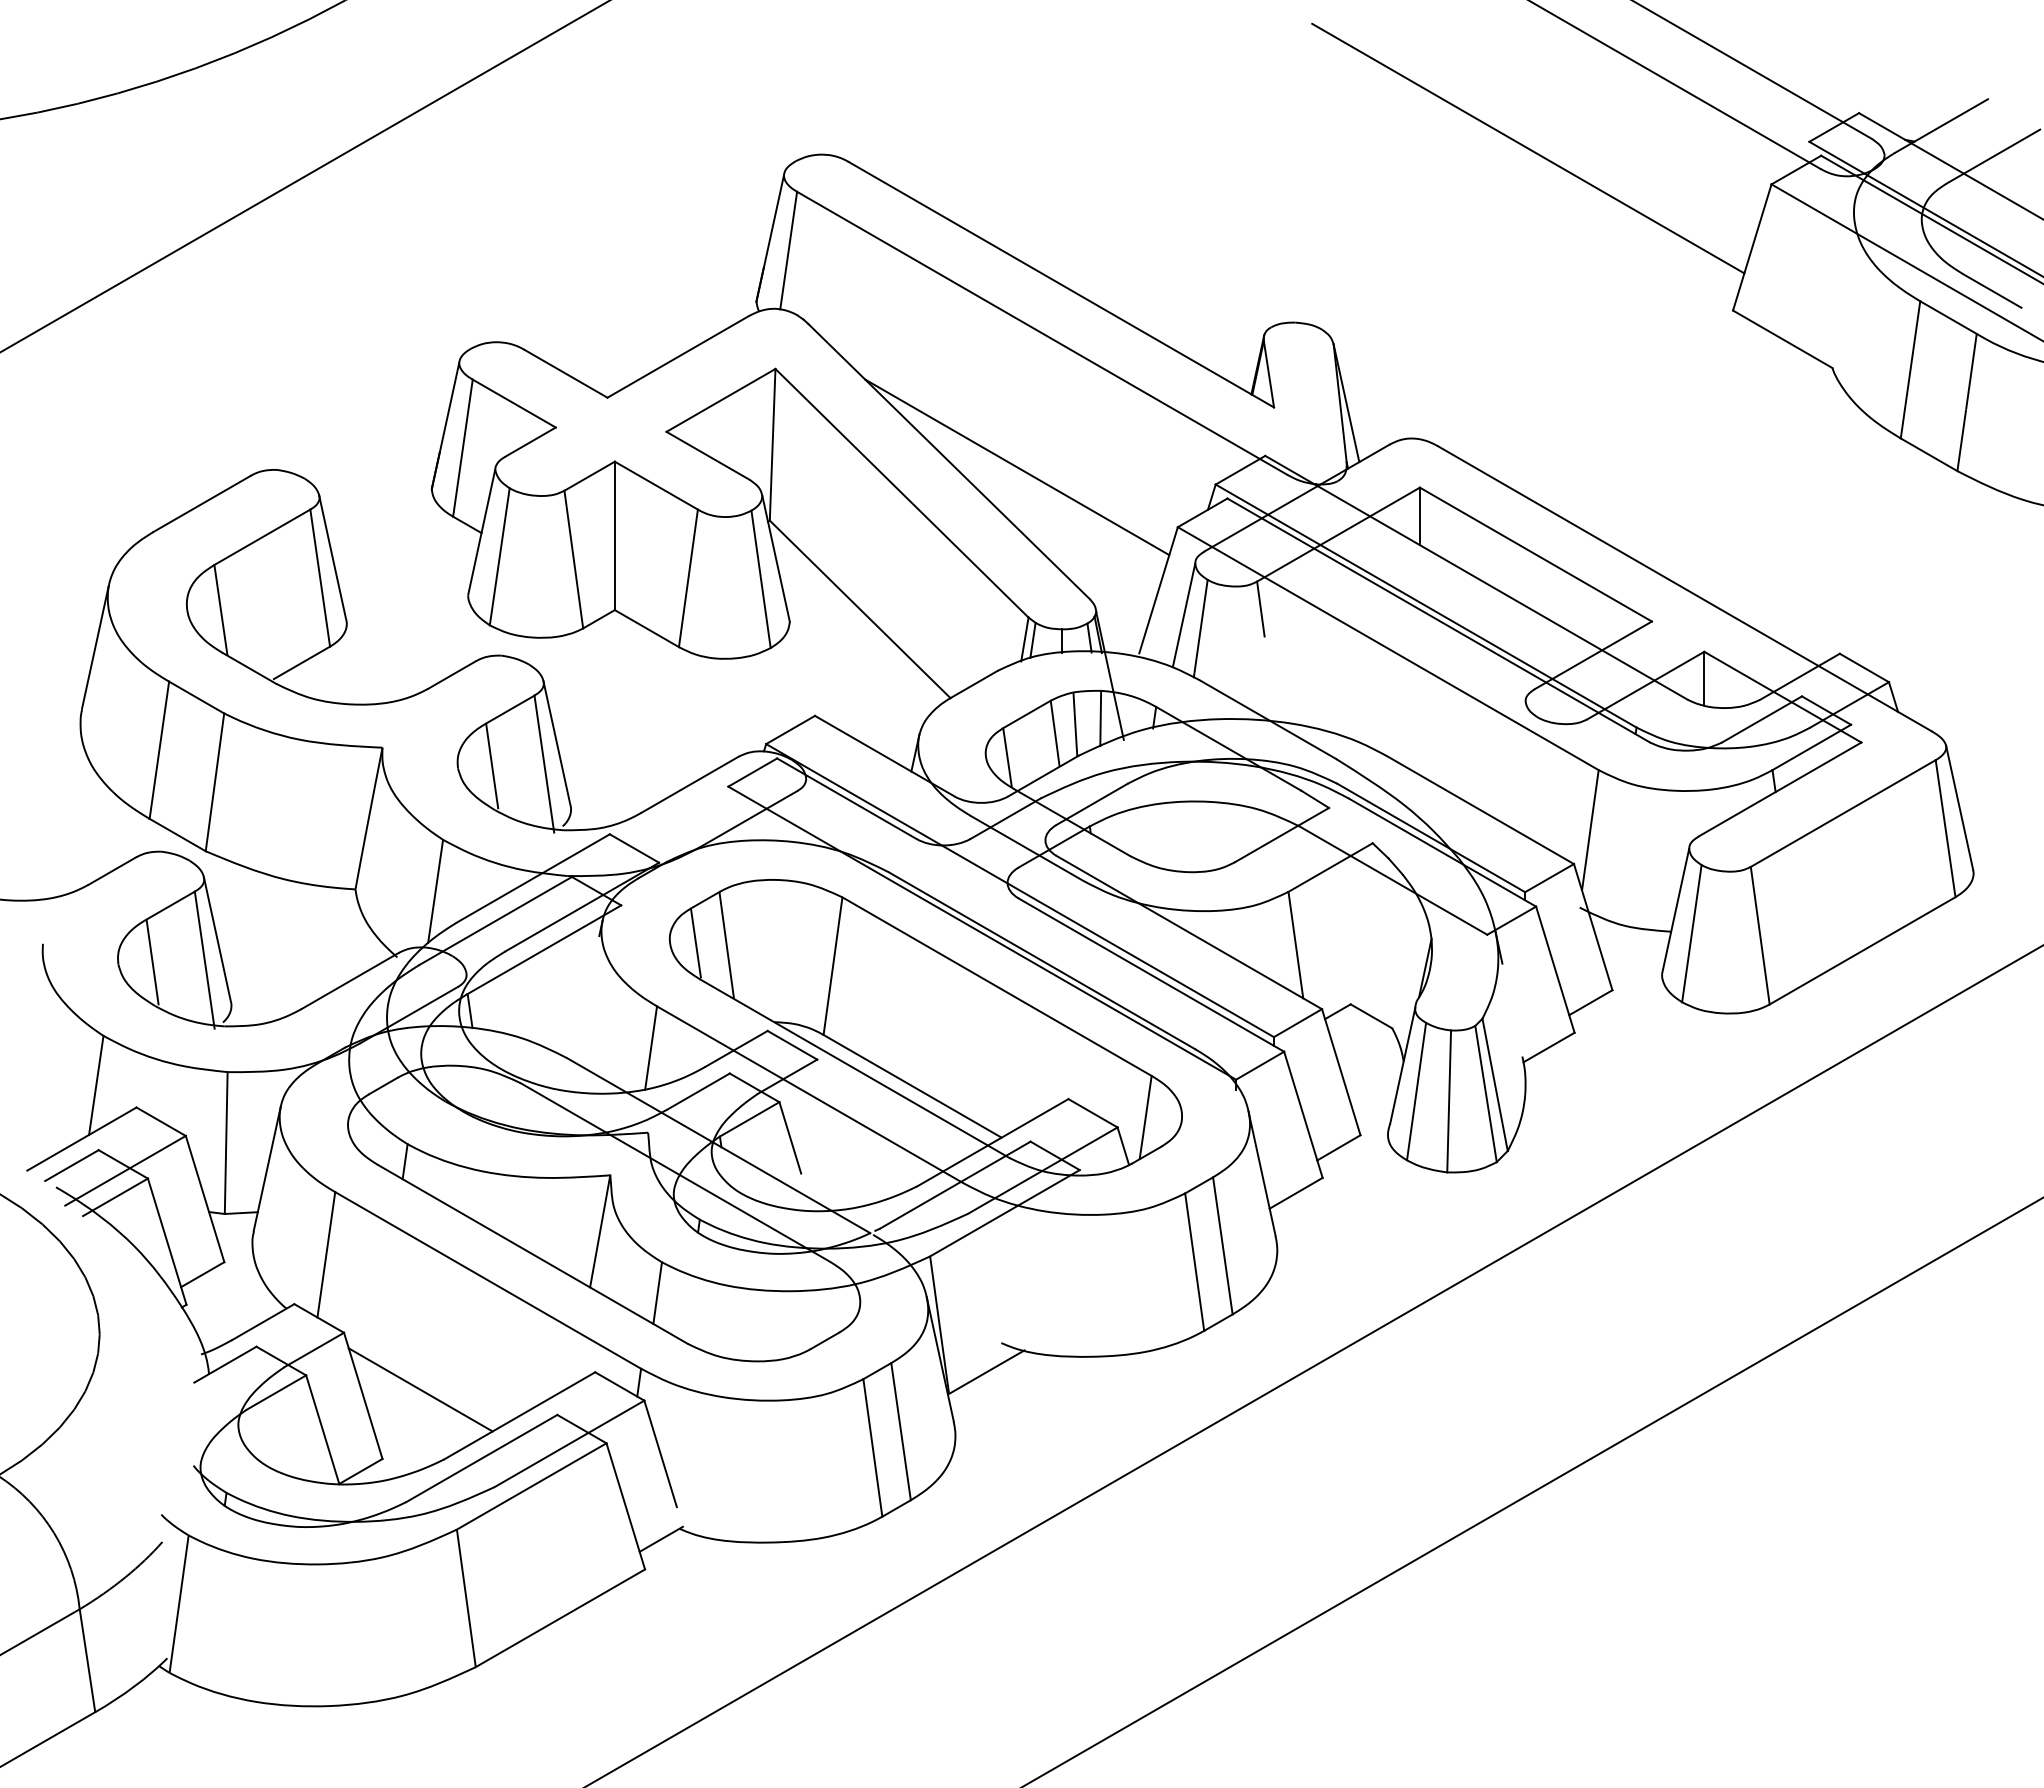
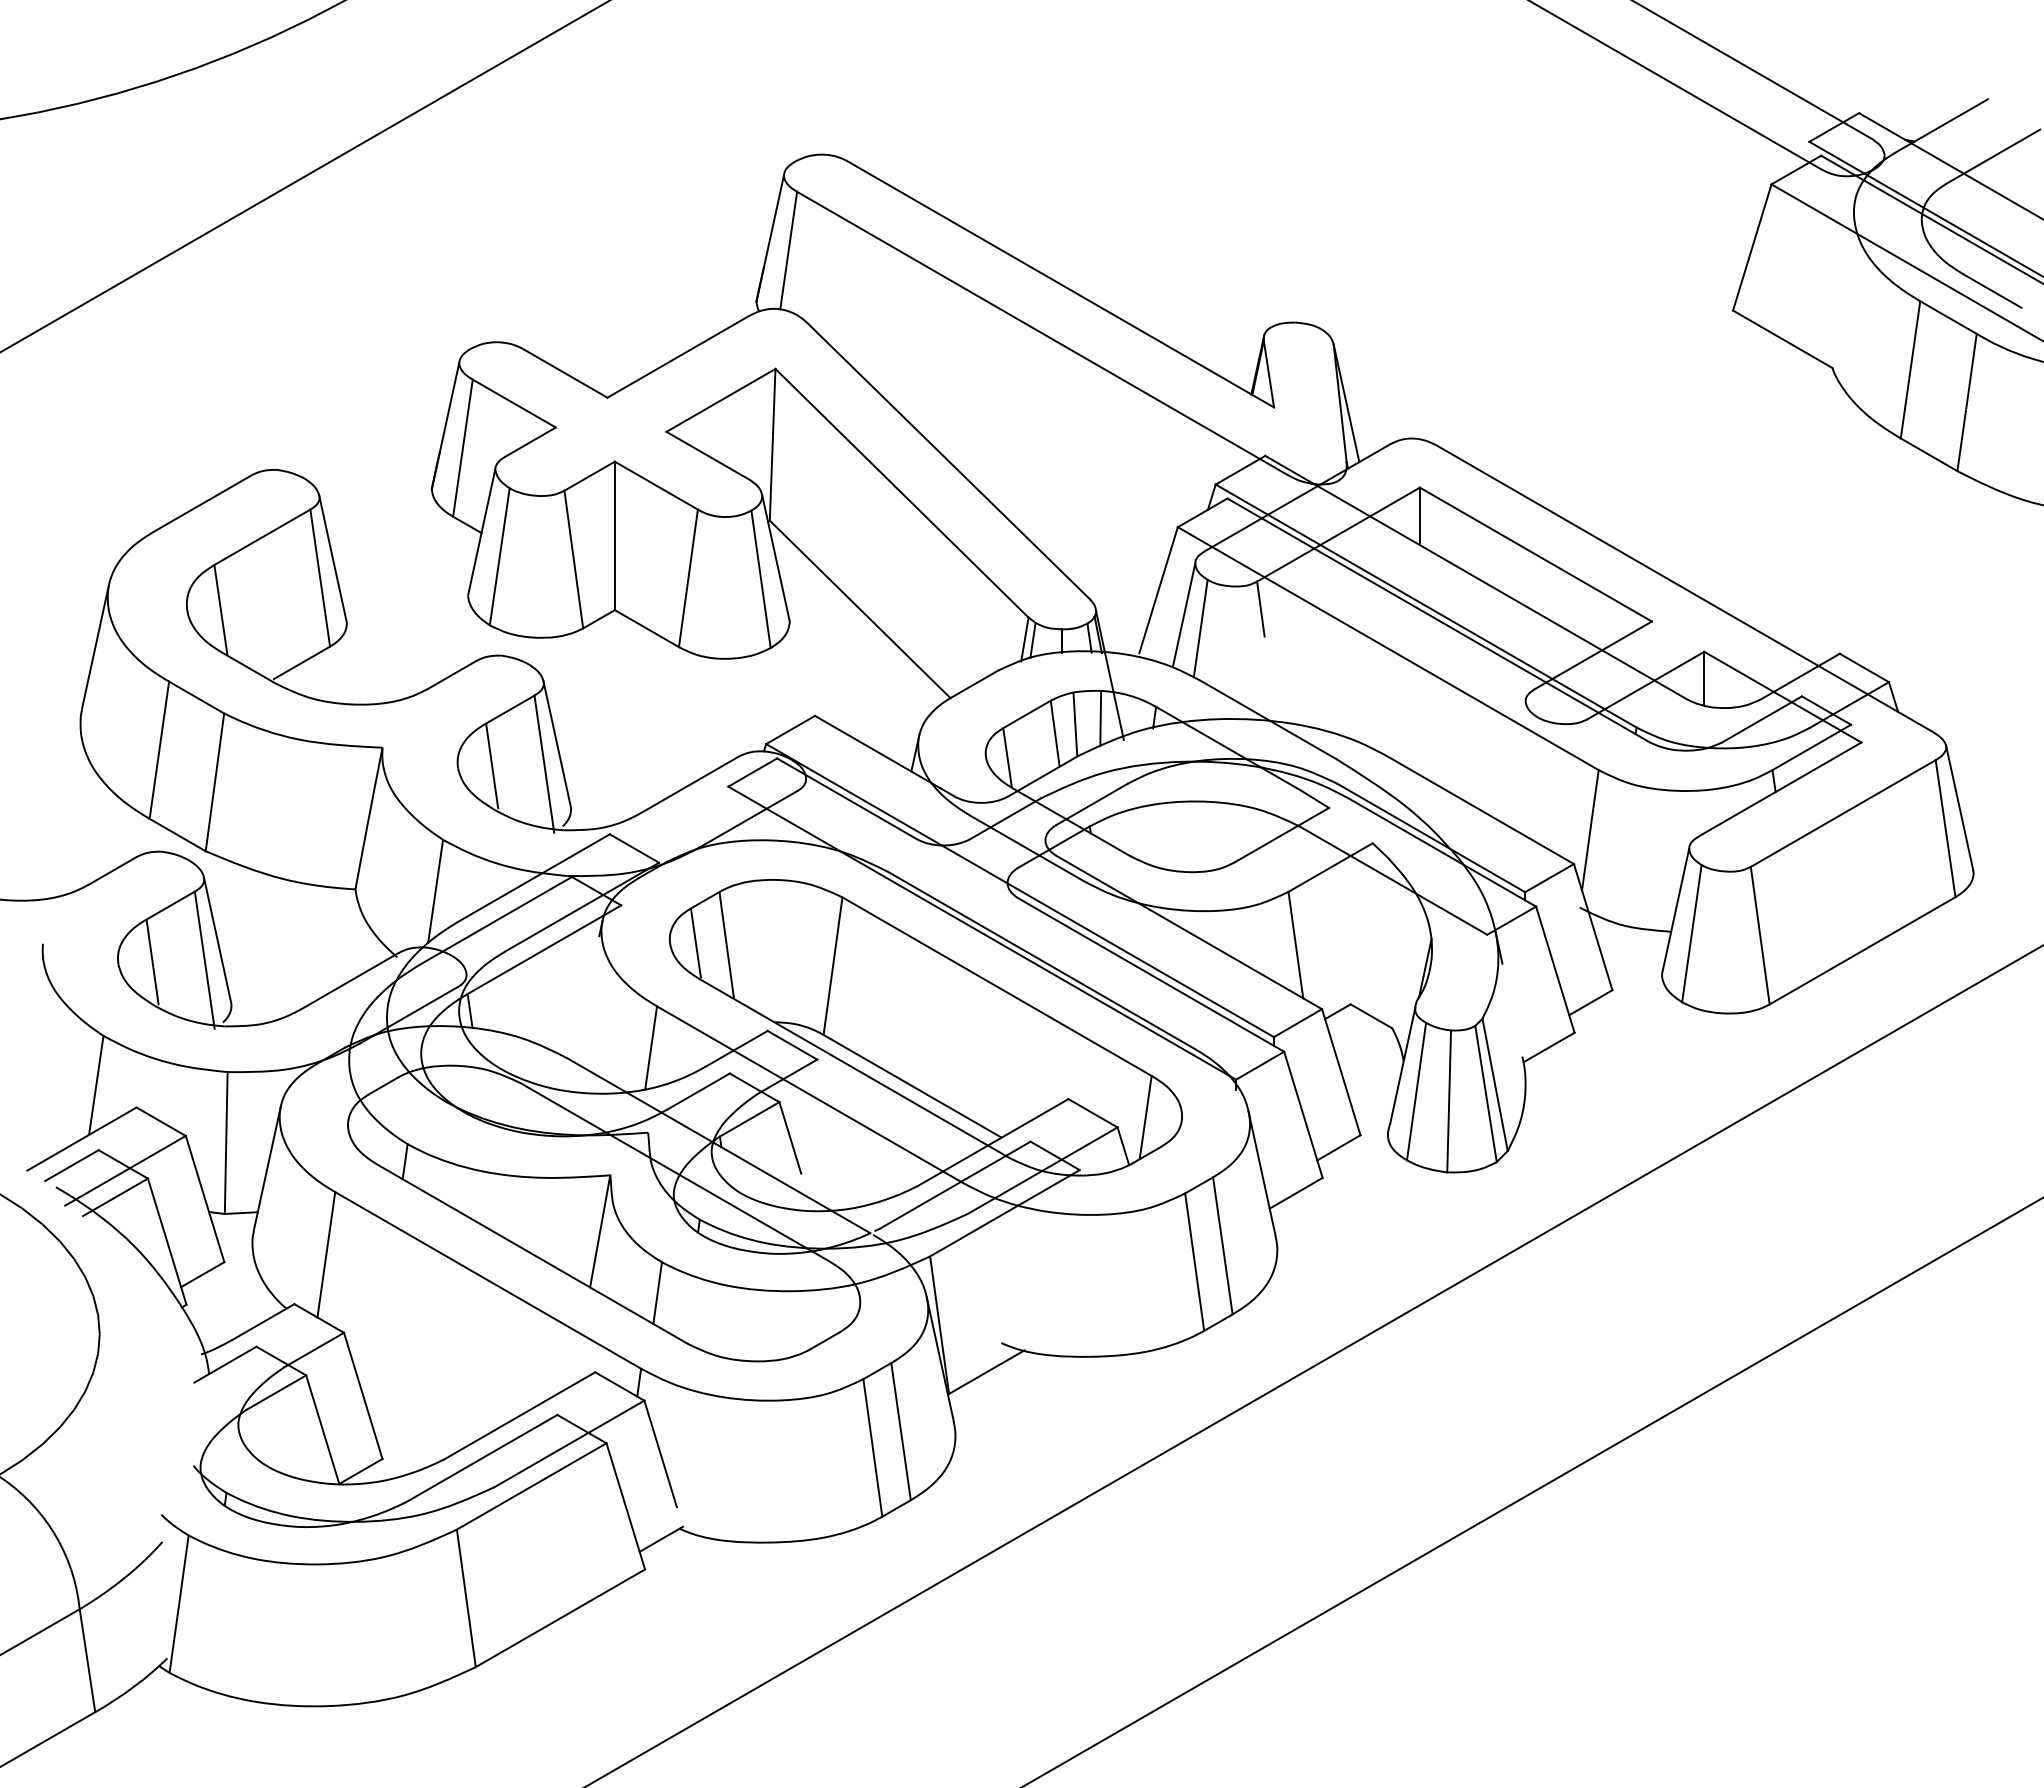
line at (1528, 148): present -> none
line at (1017, 467): present -> none
line at (420, 1389): present -> none
